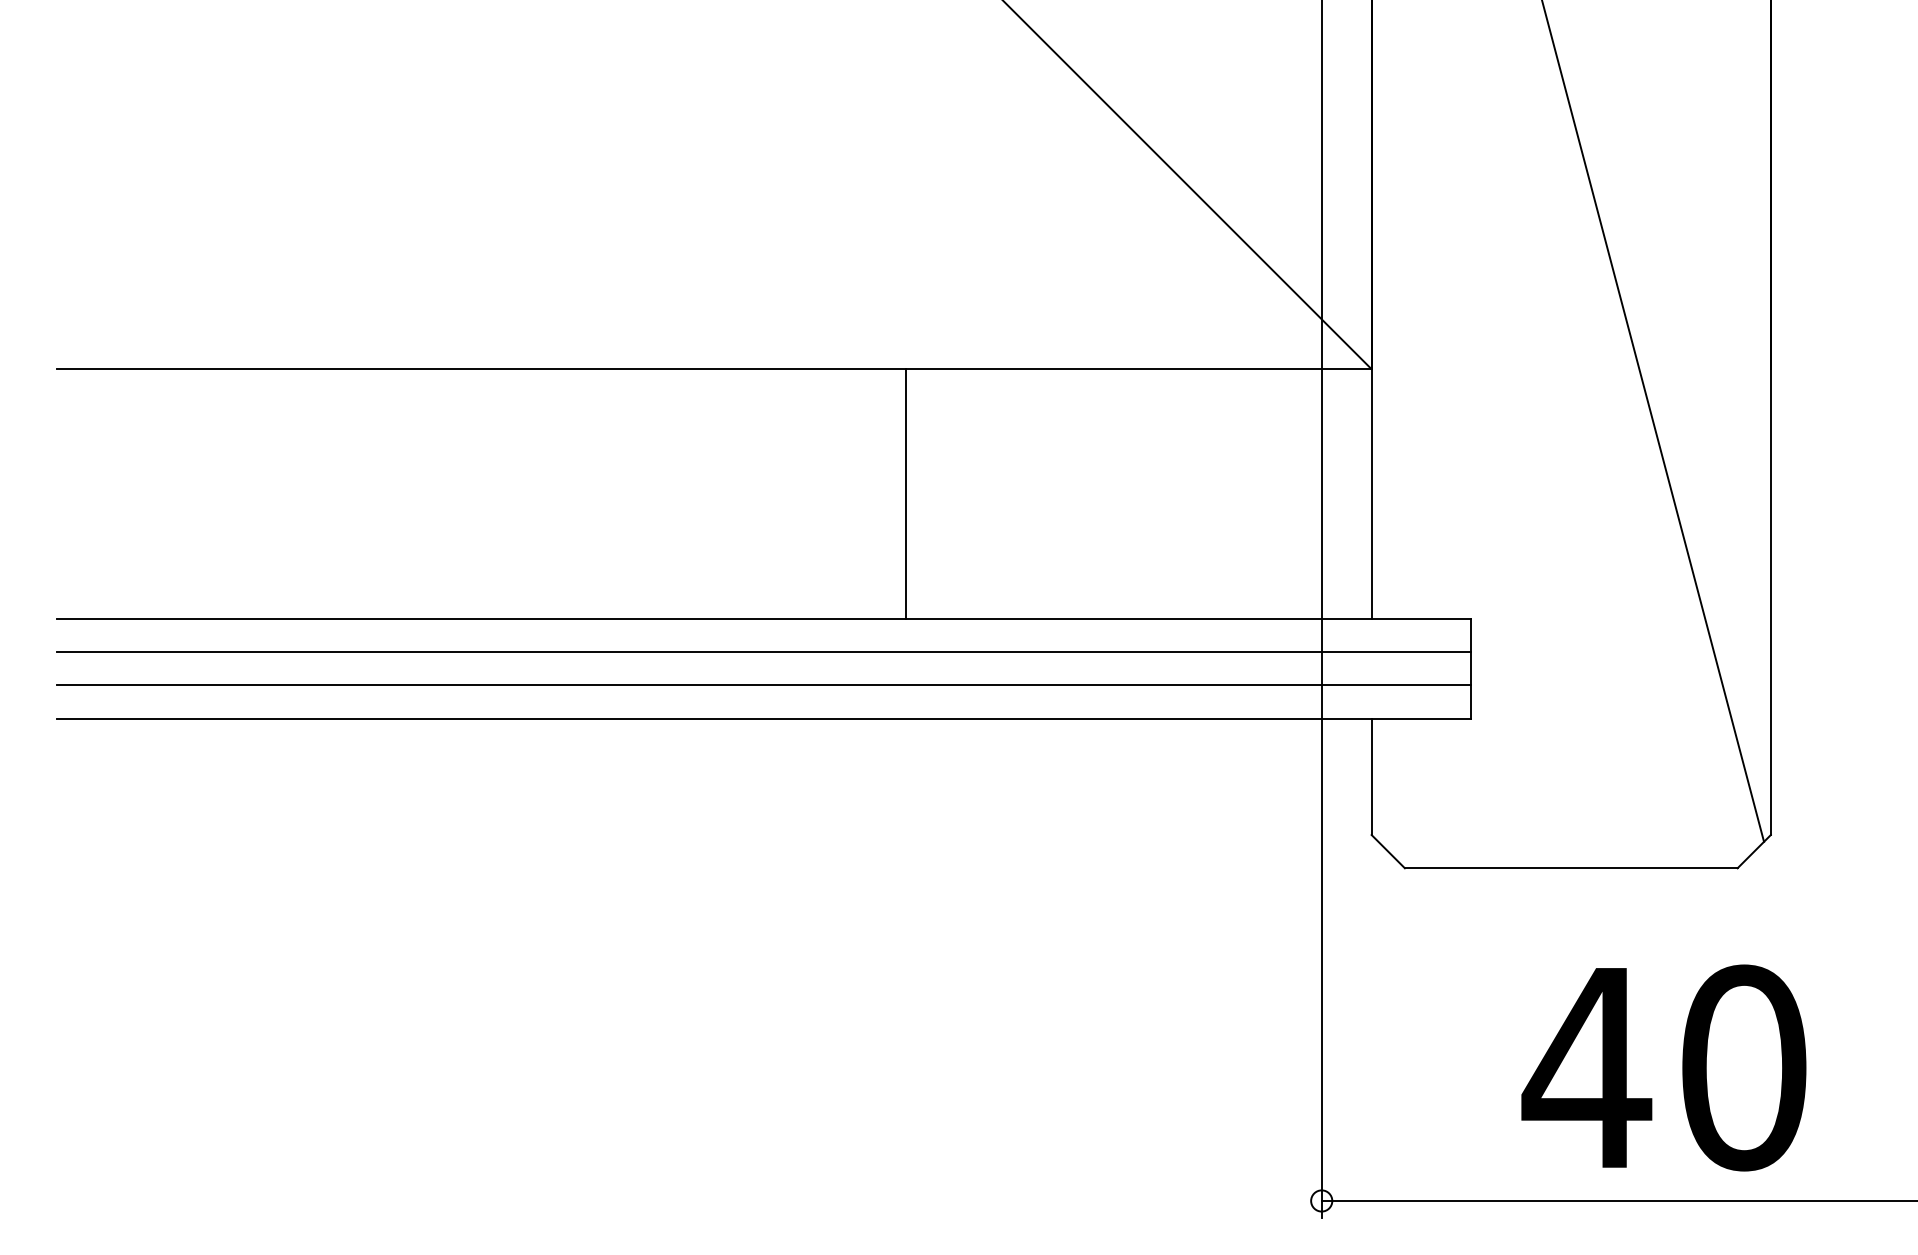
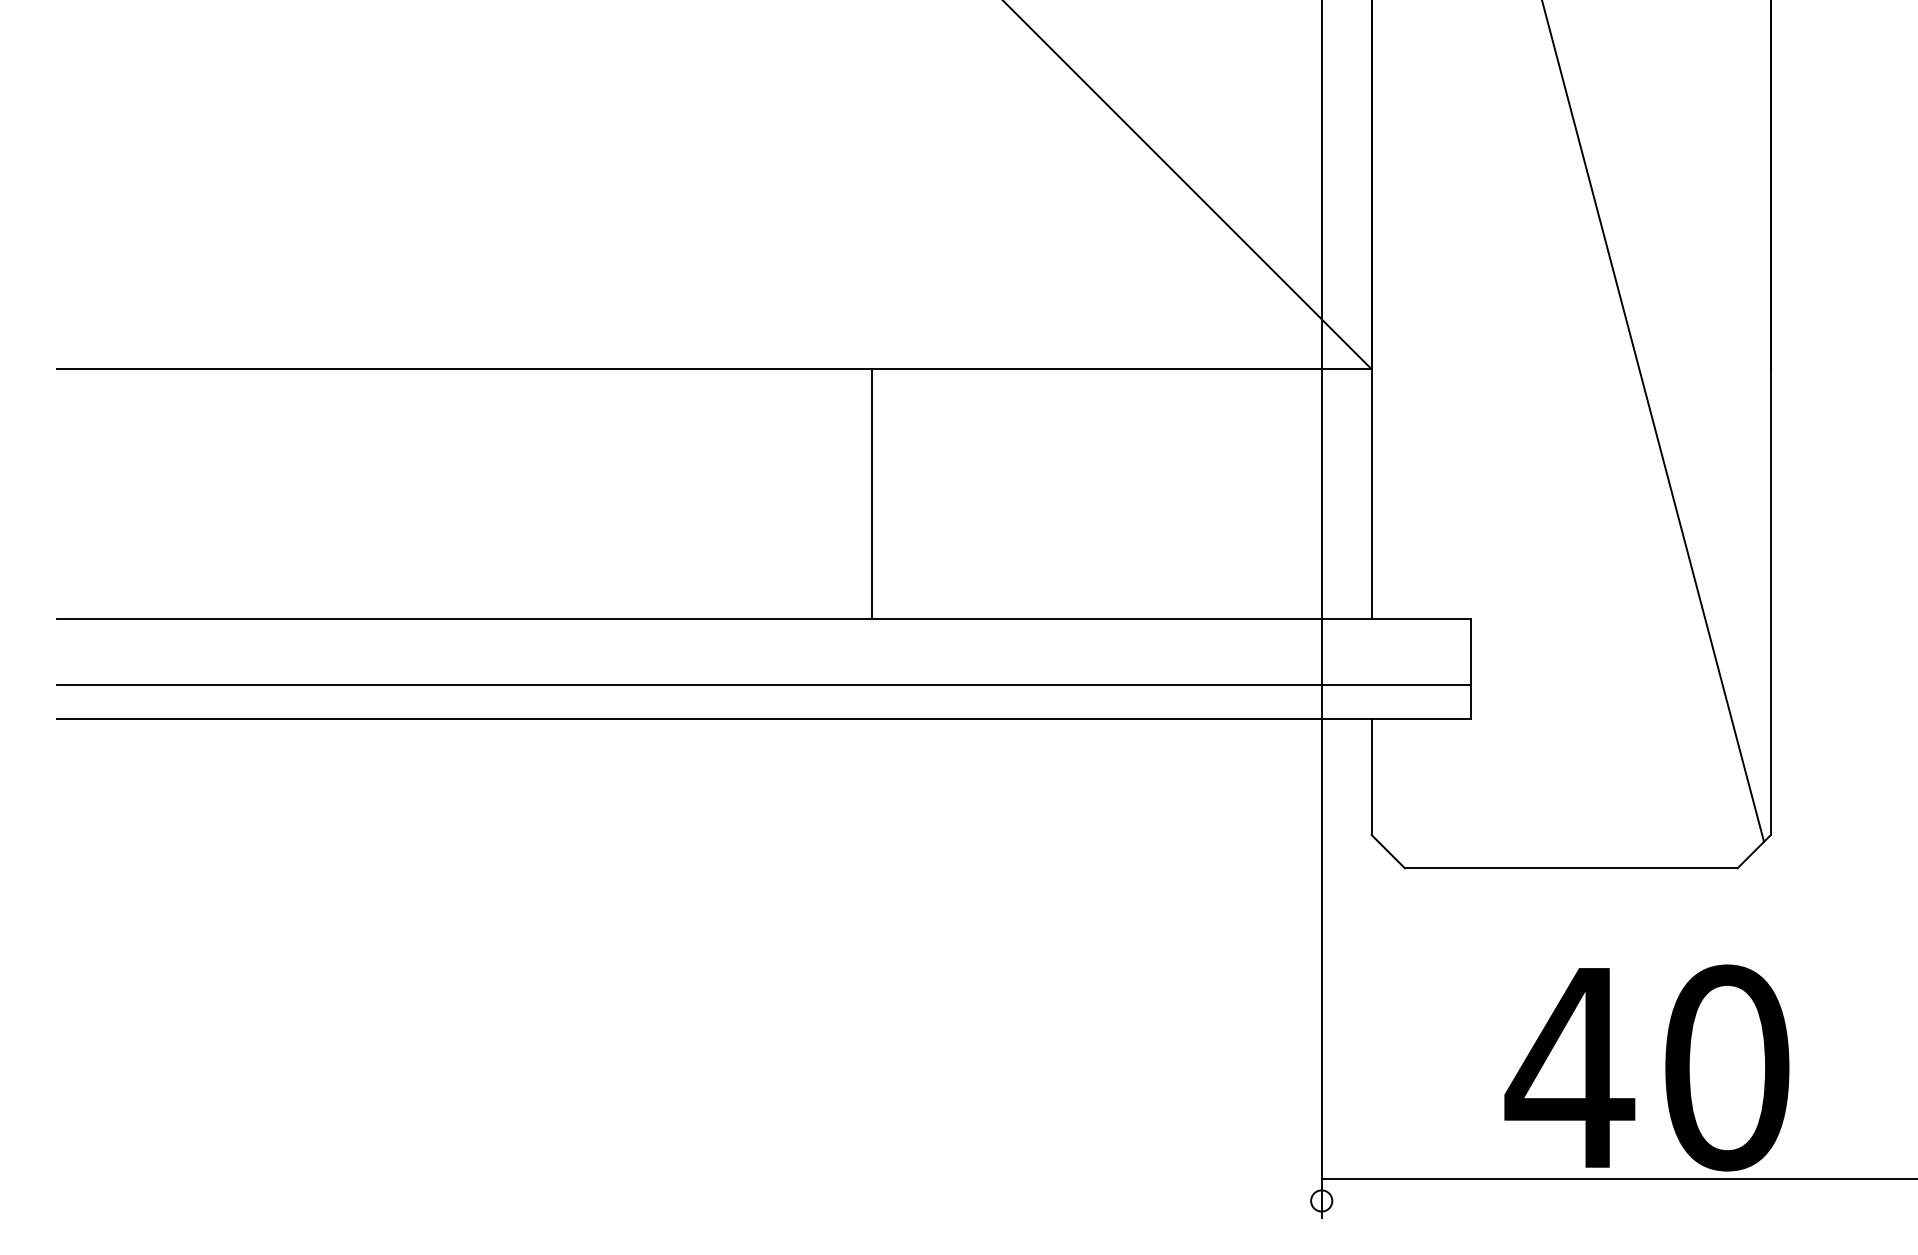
line at (905, 493) position: (905, 493) -> (871, 493)
line at (764, 652): present -> none
text at (1663, 1067) position: (1663, 1067) -> (1646, 1067)
line at (1617, 1200) position: (1617, 1200) -> (1617, 1178)
